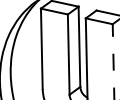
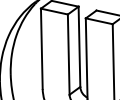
line at (113, 61): dashed -> solid
